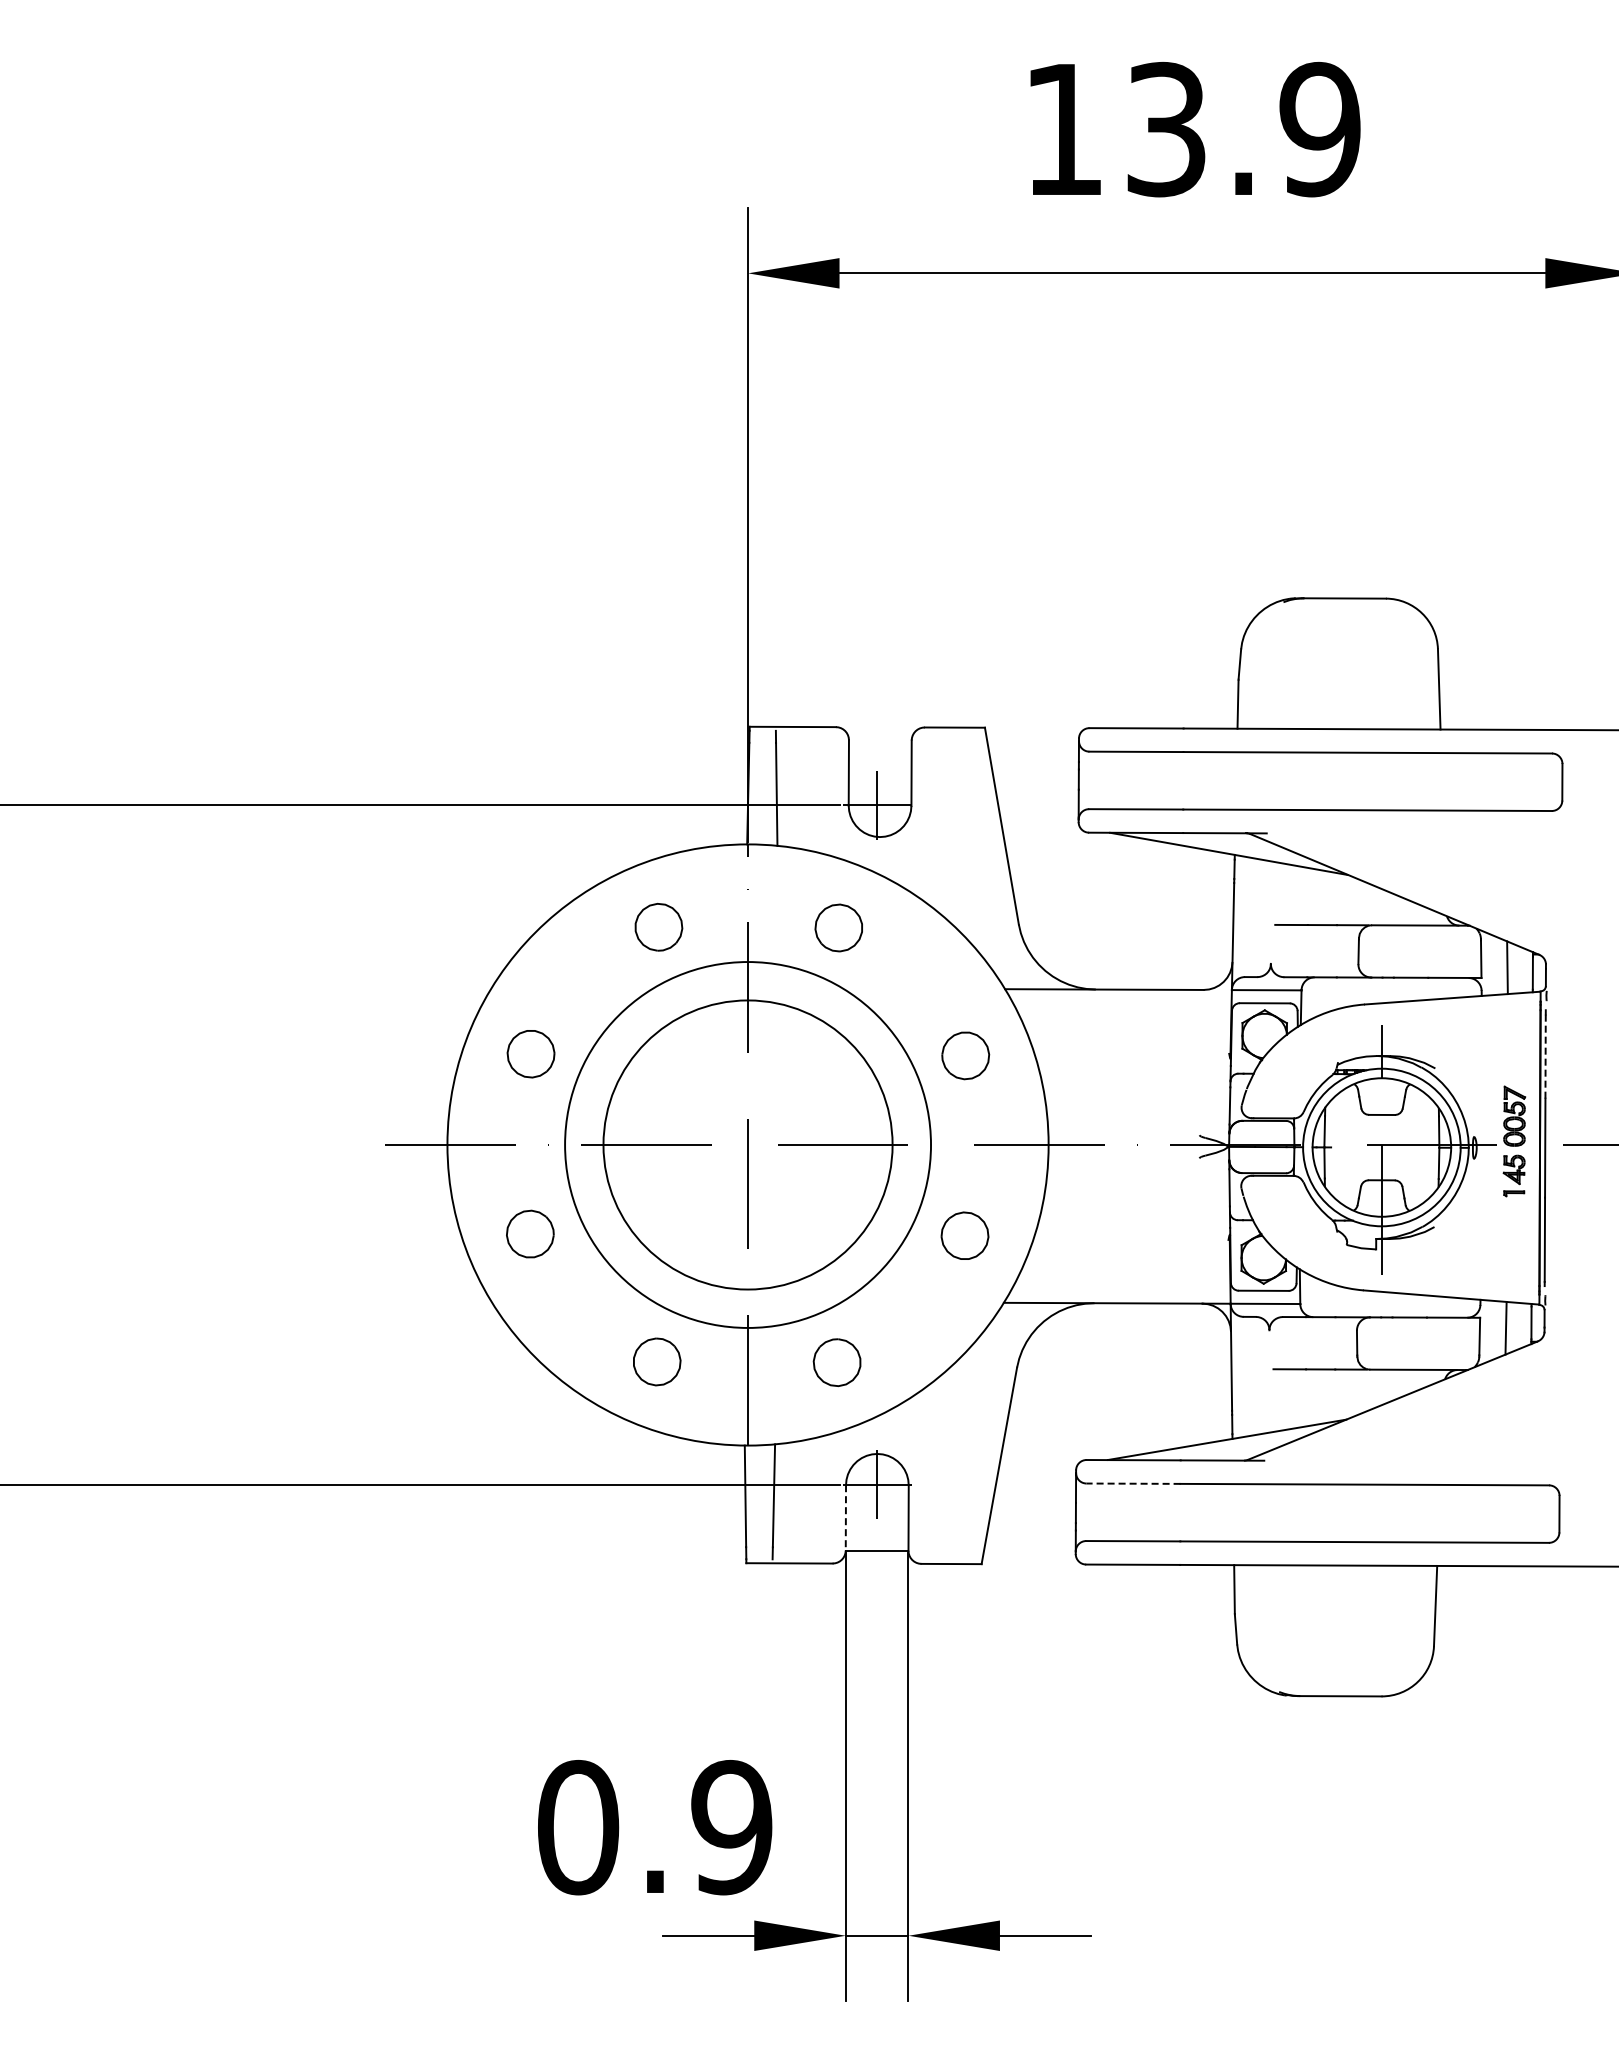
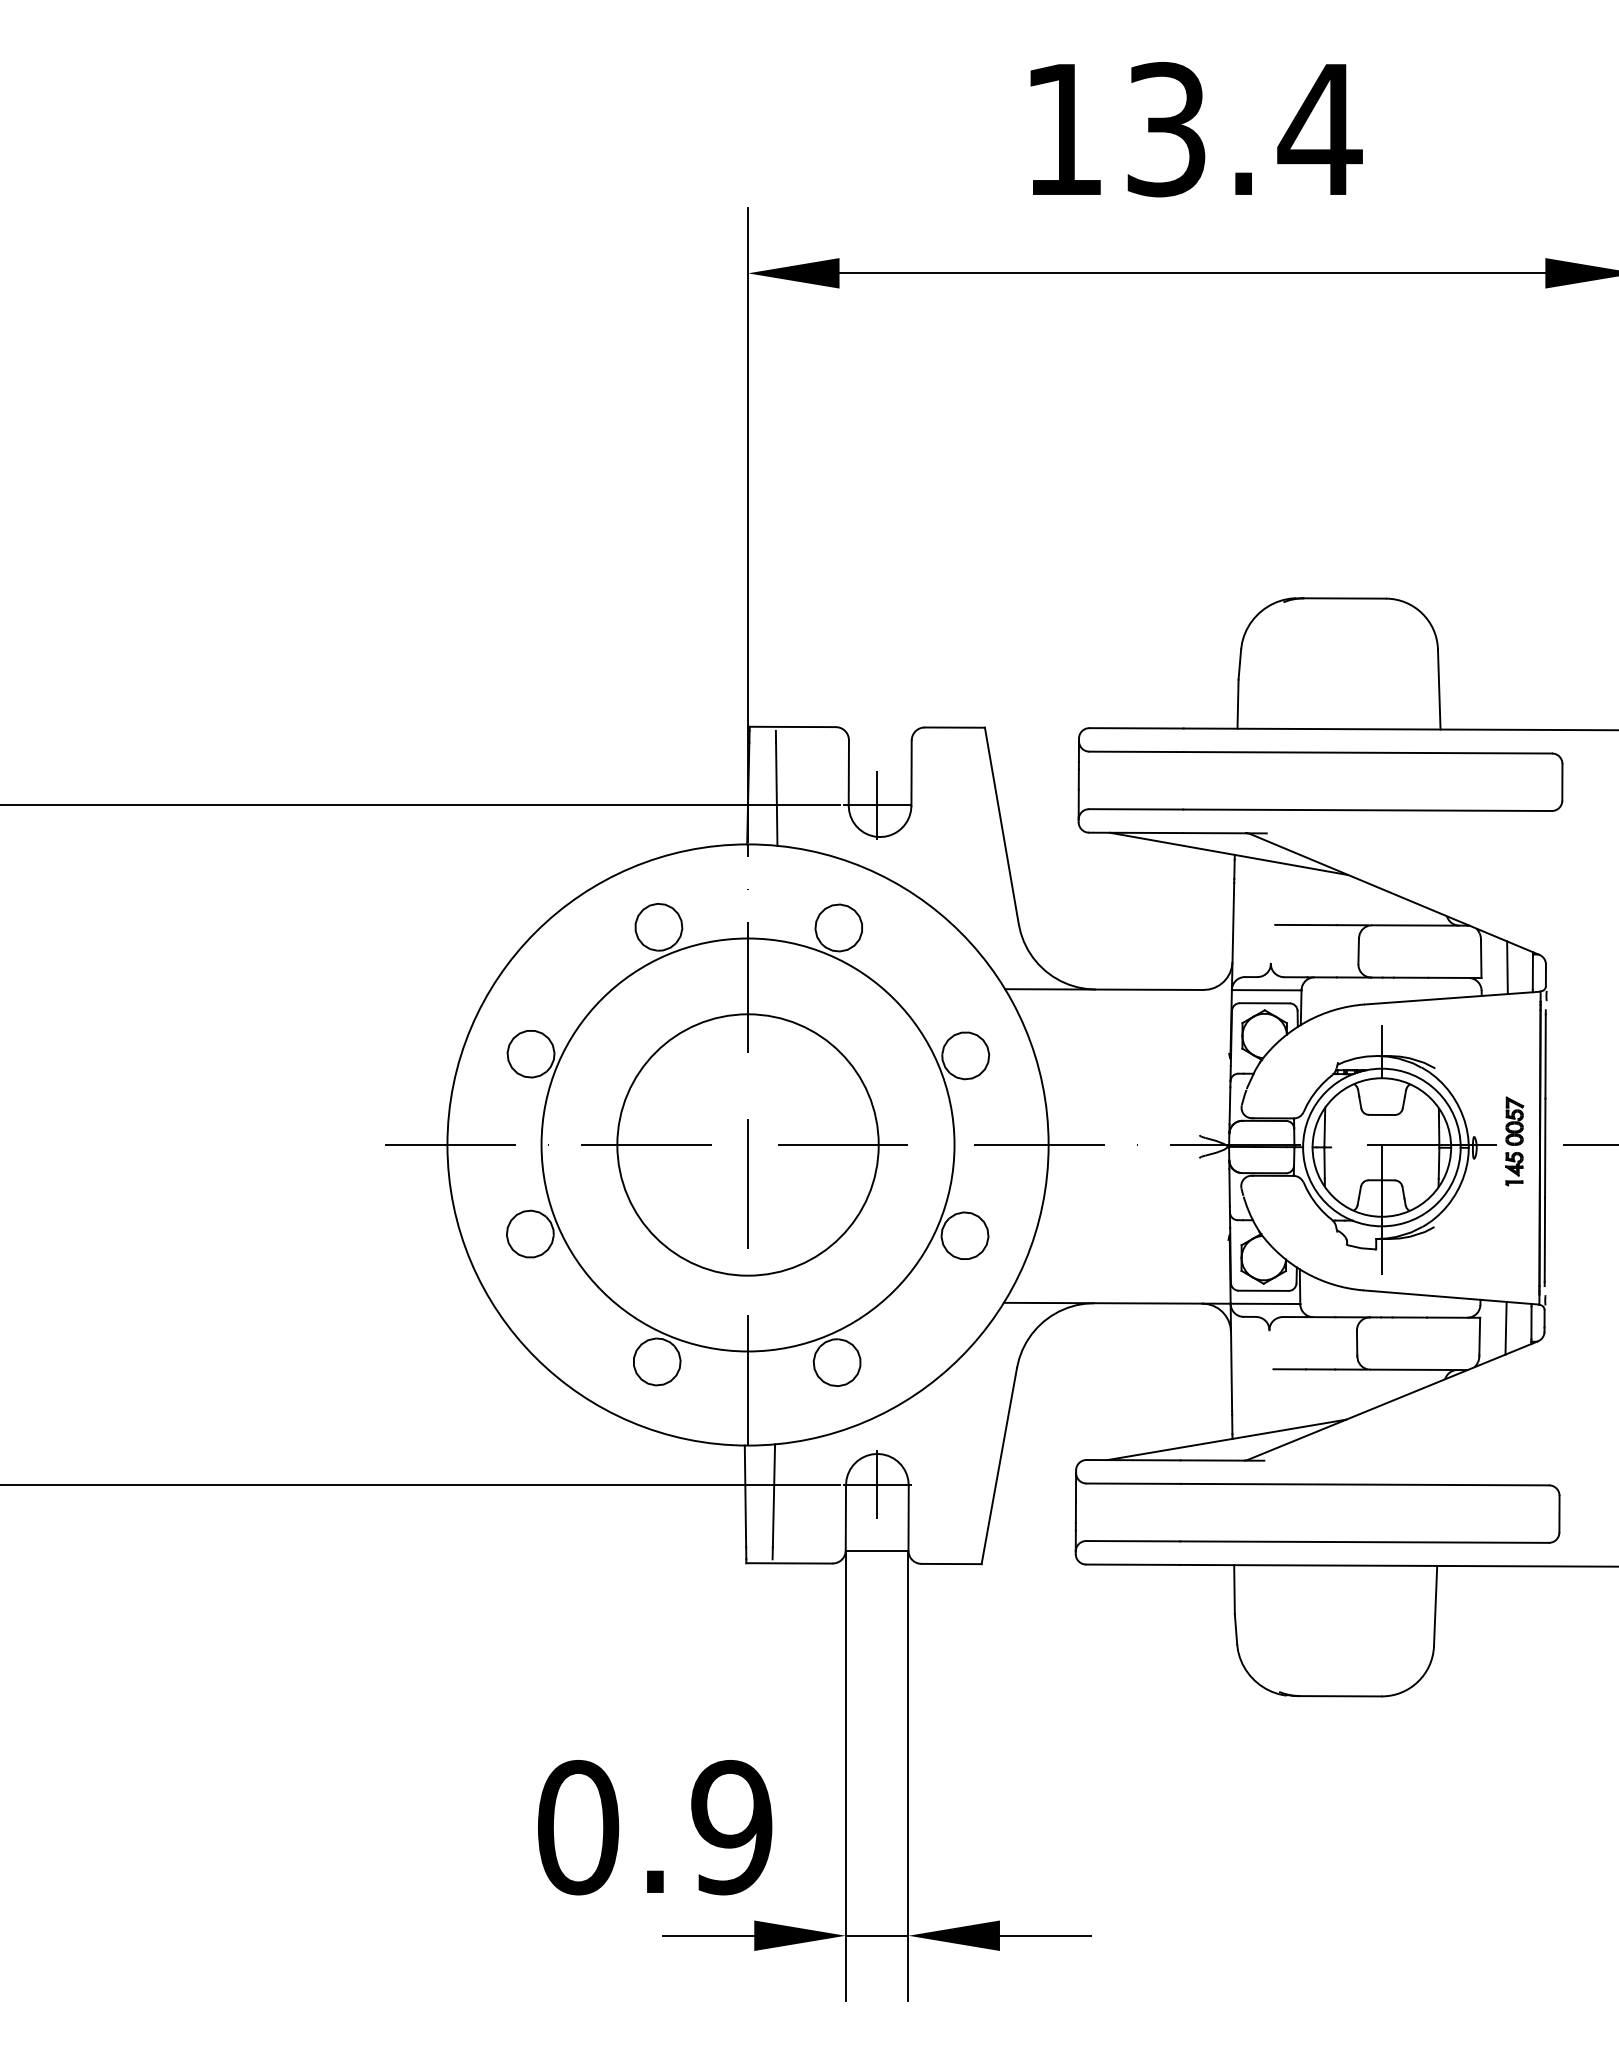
text at (1319, 129): 13.9 -> 13.4
line at (1545, 1056): dashed -> solid
part at (1514, 1141) size: 25x113 px -> 20x91 px
circle at (747, 1144) diameter: 289 px -> 413 px
circle at (748, 1144) diameter: 366 px -> 261 px
line at (1133, 1483): dashed -> solid
line at (845, 1517): dashed -> solid
